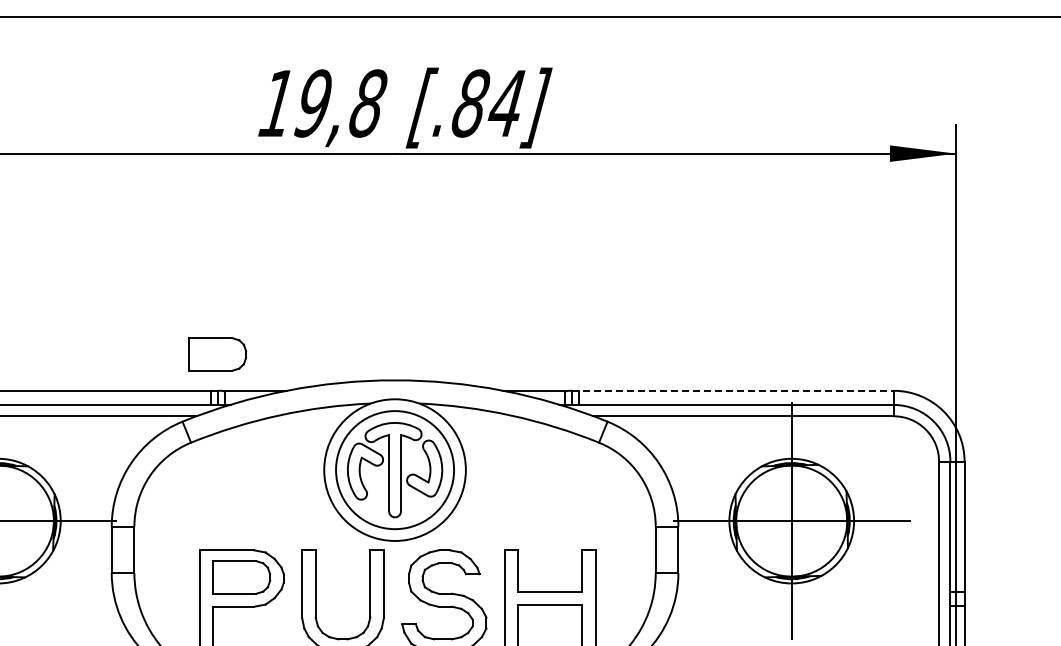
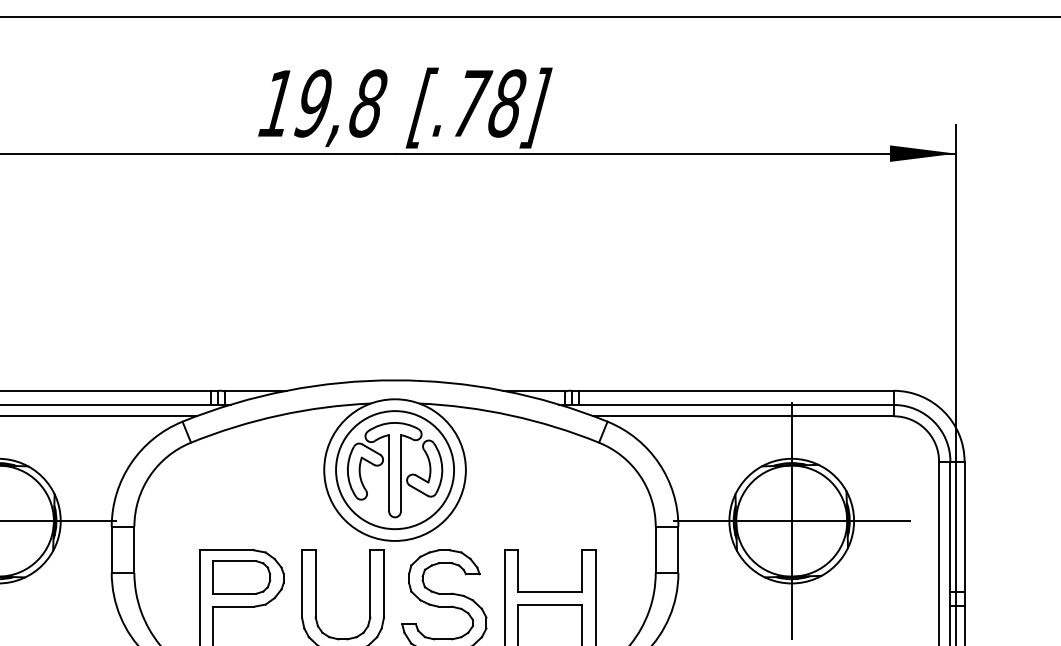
text at (488, 103): [.84] -> [.78]
part at (217, 354): present -> none
line at (732, 390): dashed -> solid
